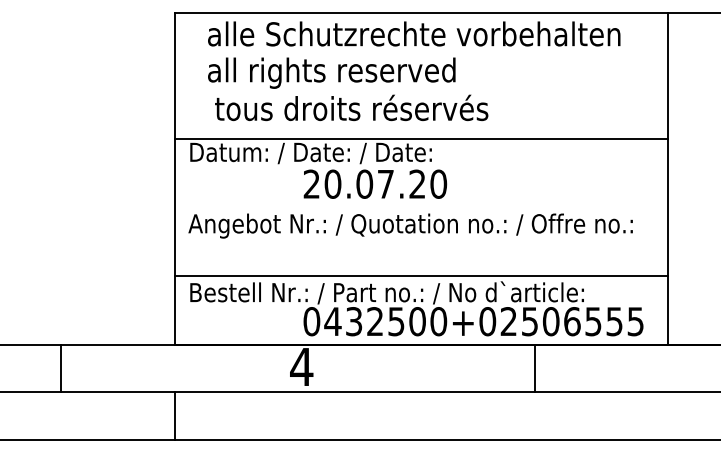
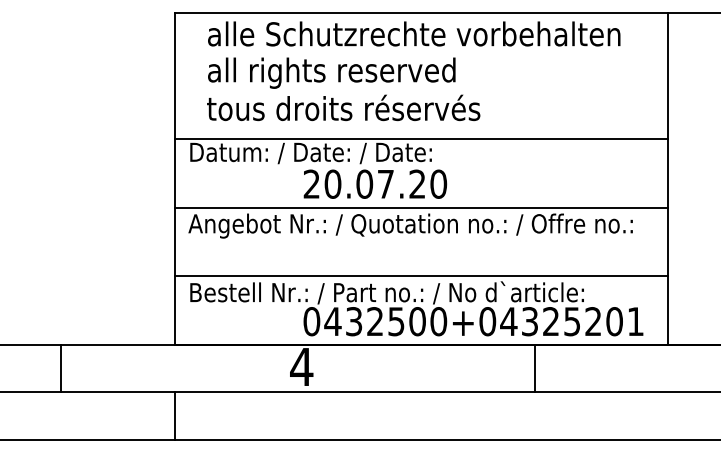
text at (351, 107) position: (351, 107) -> (343, 107)
line at (421, 207): none -> present
text at (571, 321): 0432500+02506555 -> 0432500+04325201
